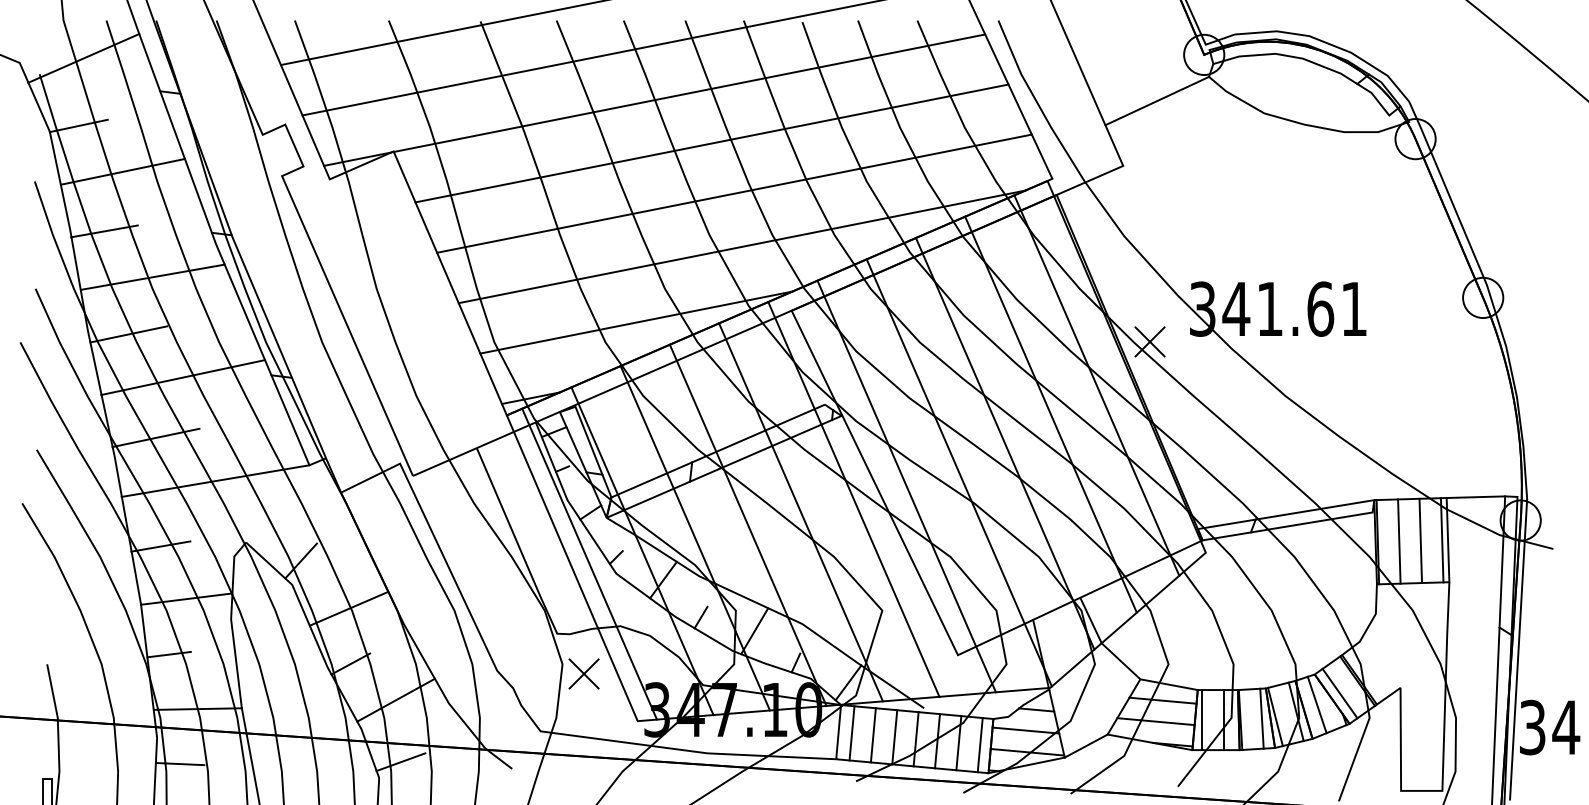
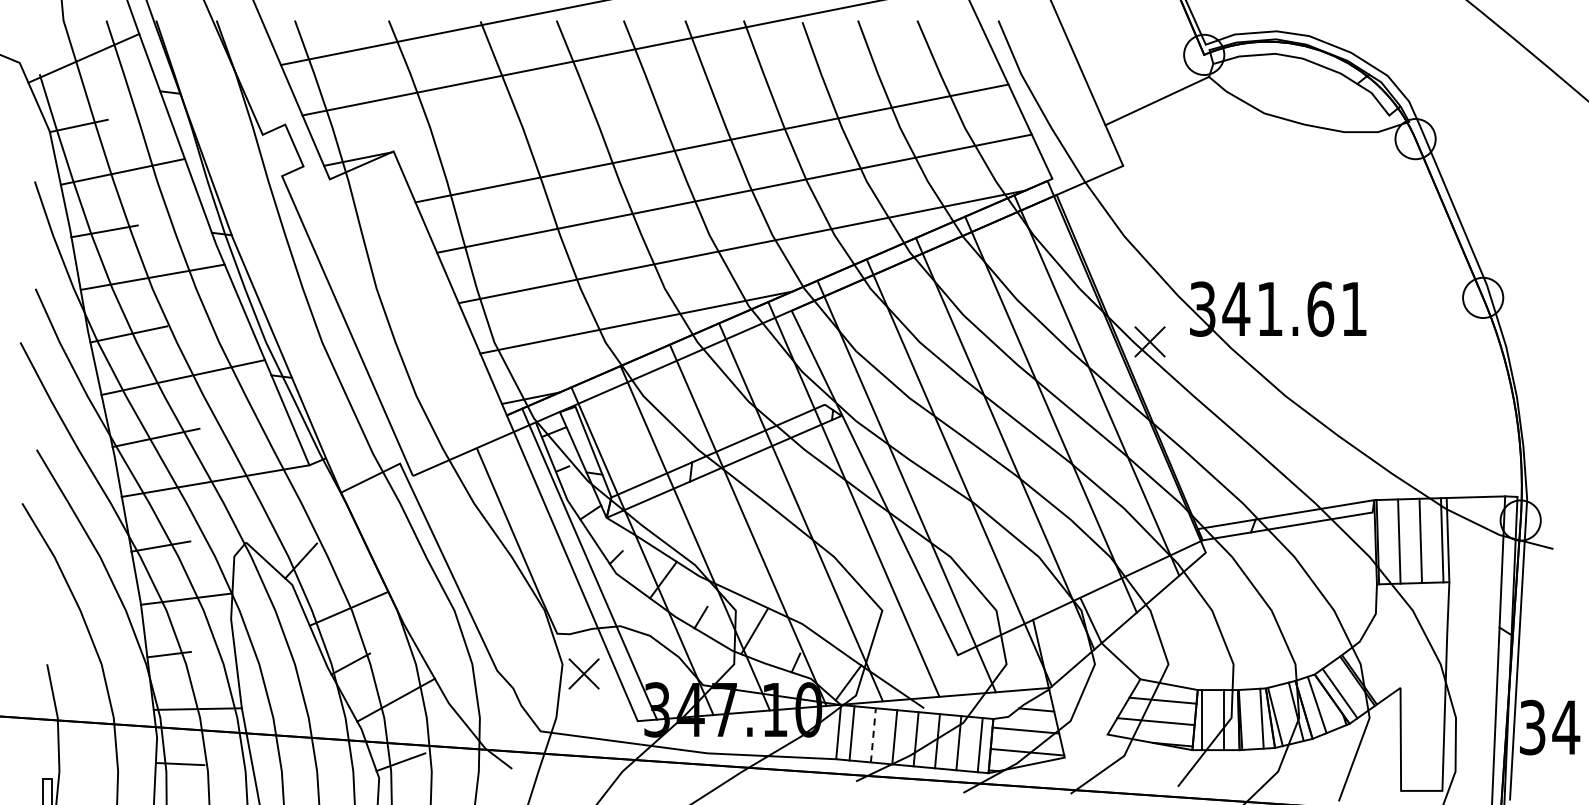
line at (689, 92): present -> none
line at (873, 734): solid -> dashed
line at (1085, 745): present -> none
